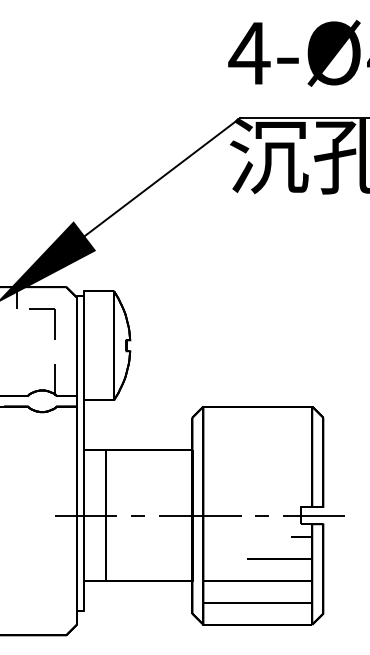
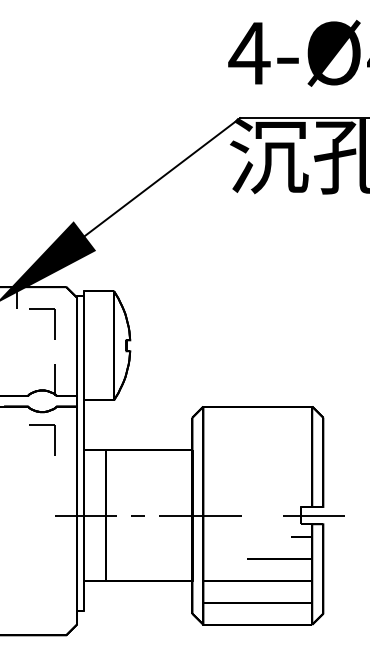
part at (54, 439): none -> present
line at (261, 515): present -> none
